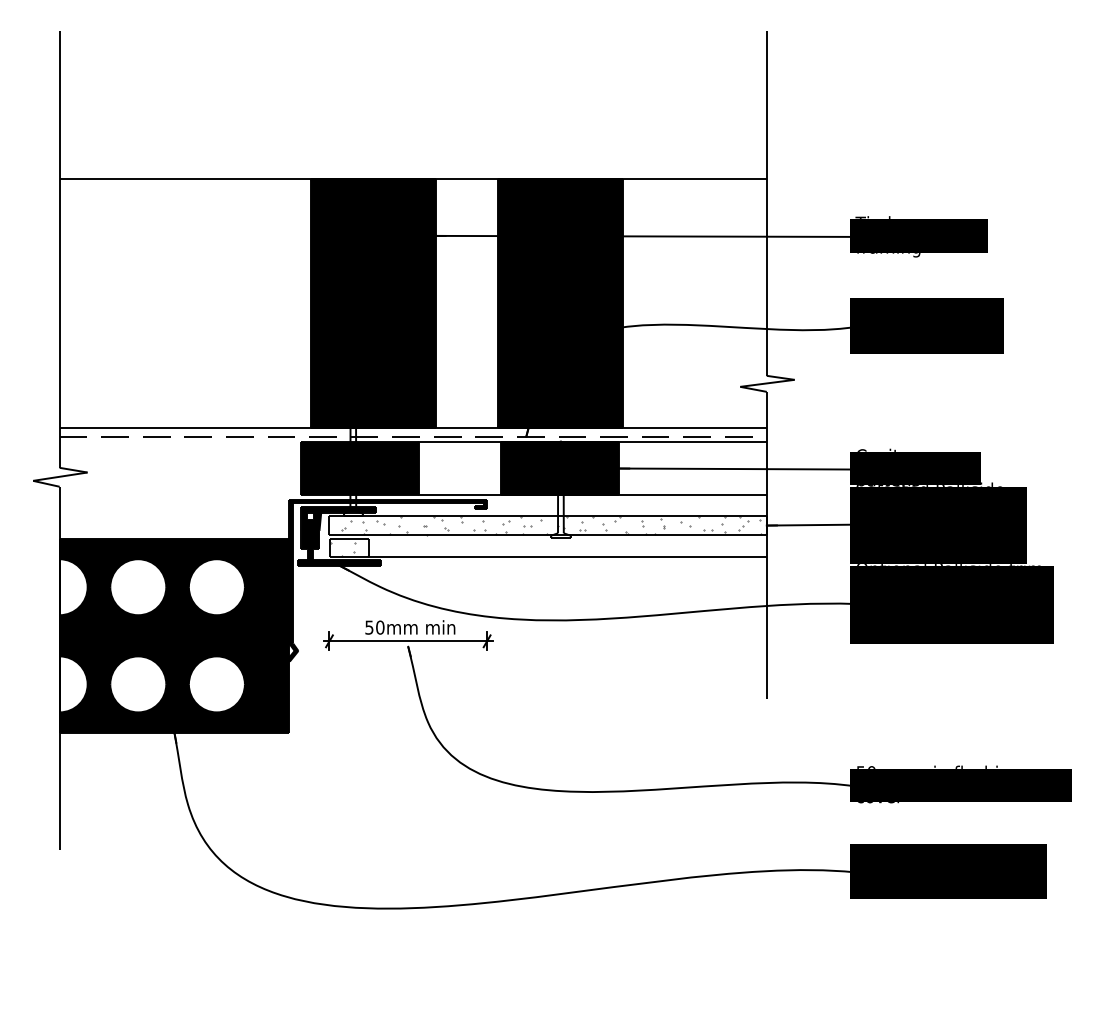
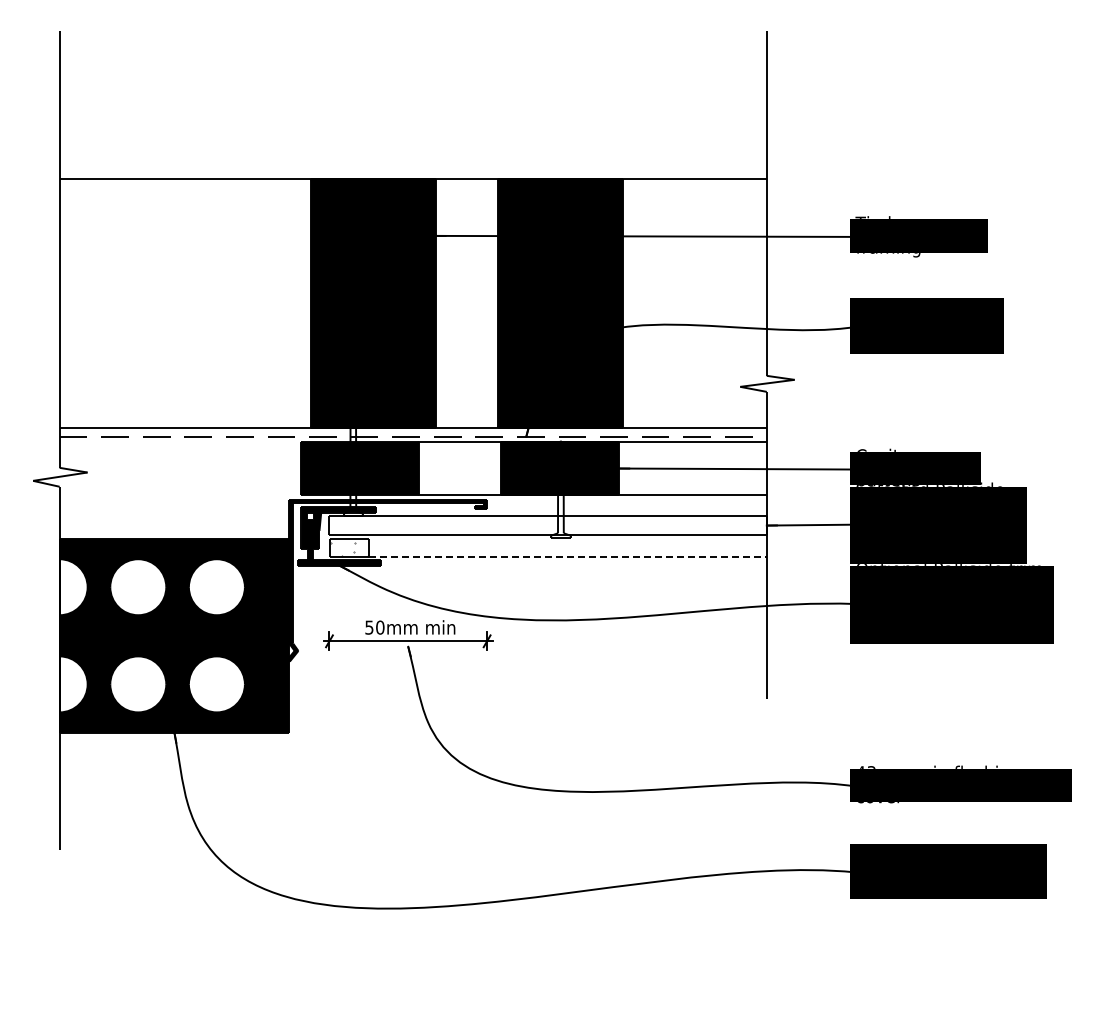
hatch at (553, 525): present -> none
line at (567, 556): solid -> dashed
text at (865, 767): 50mm -> 43mm
